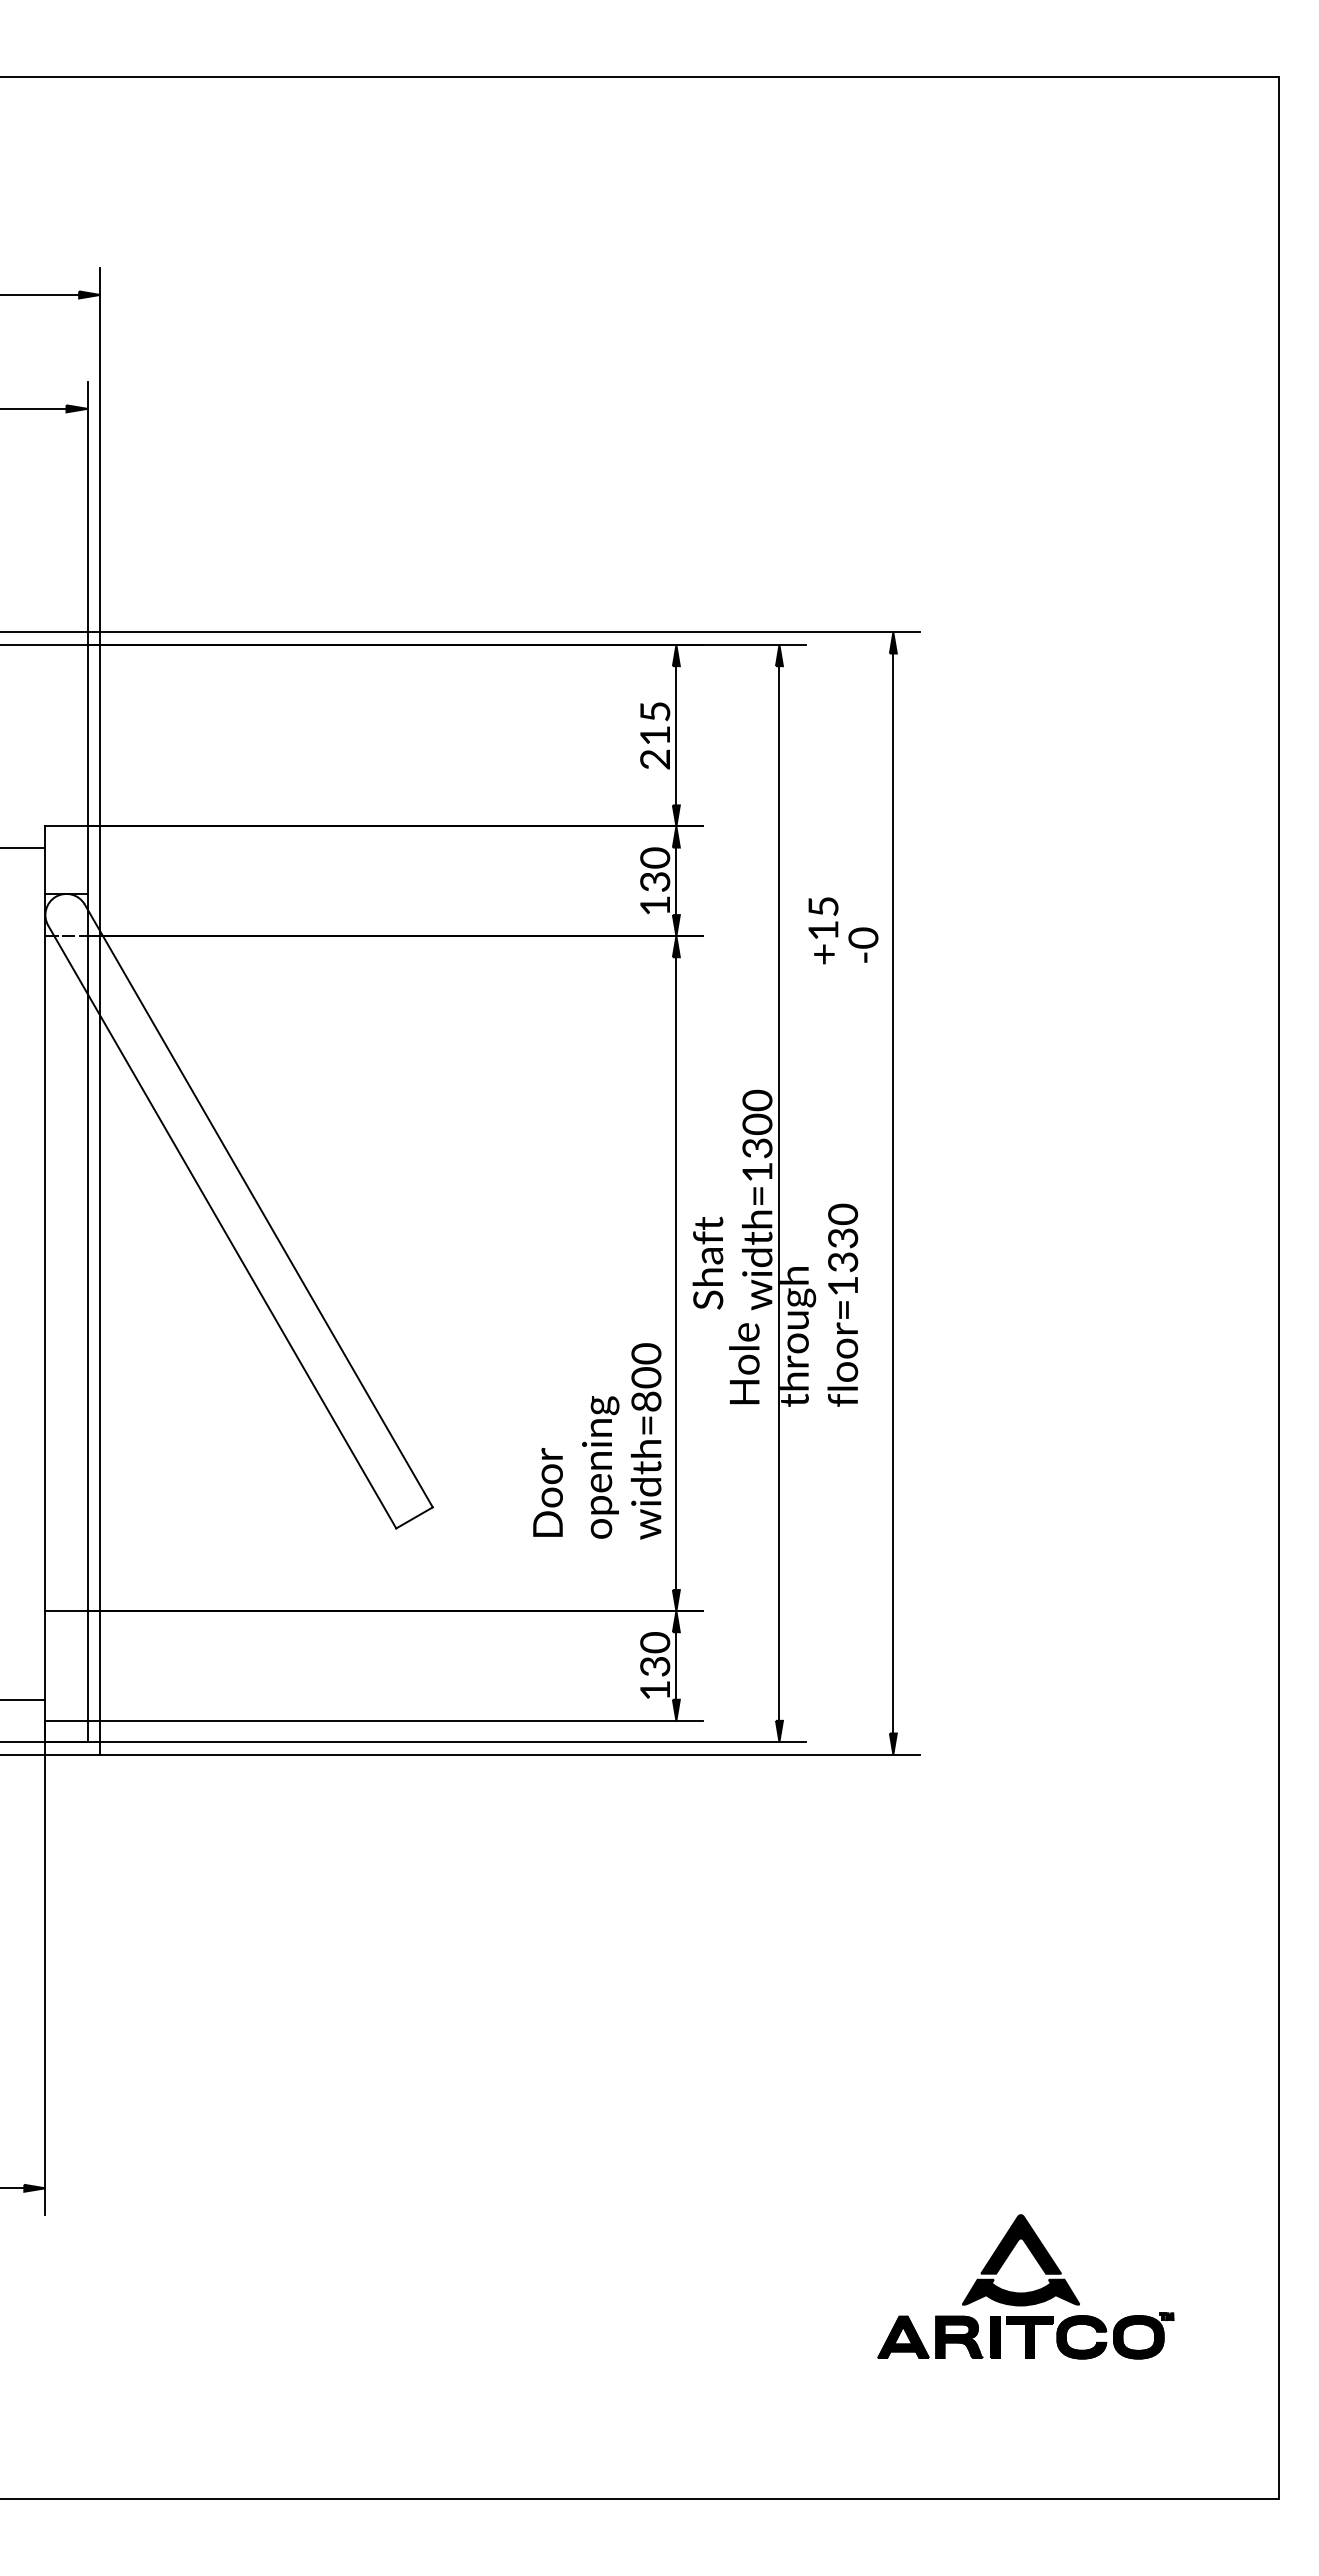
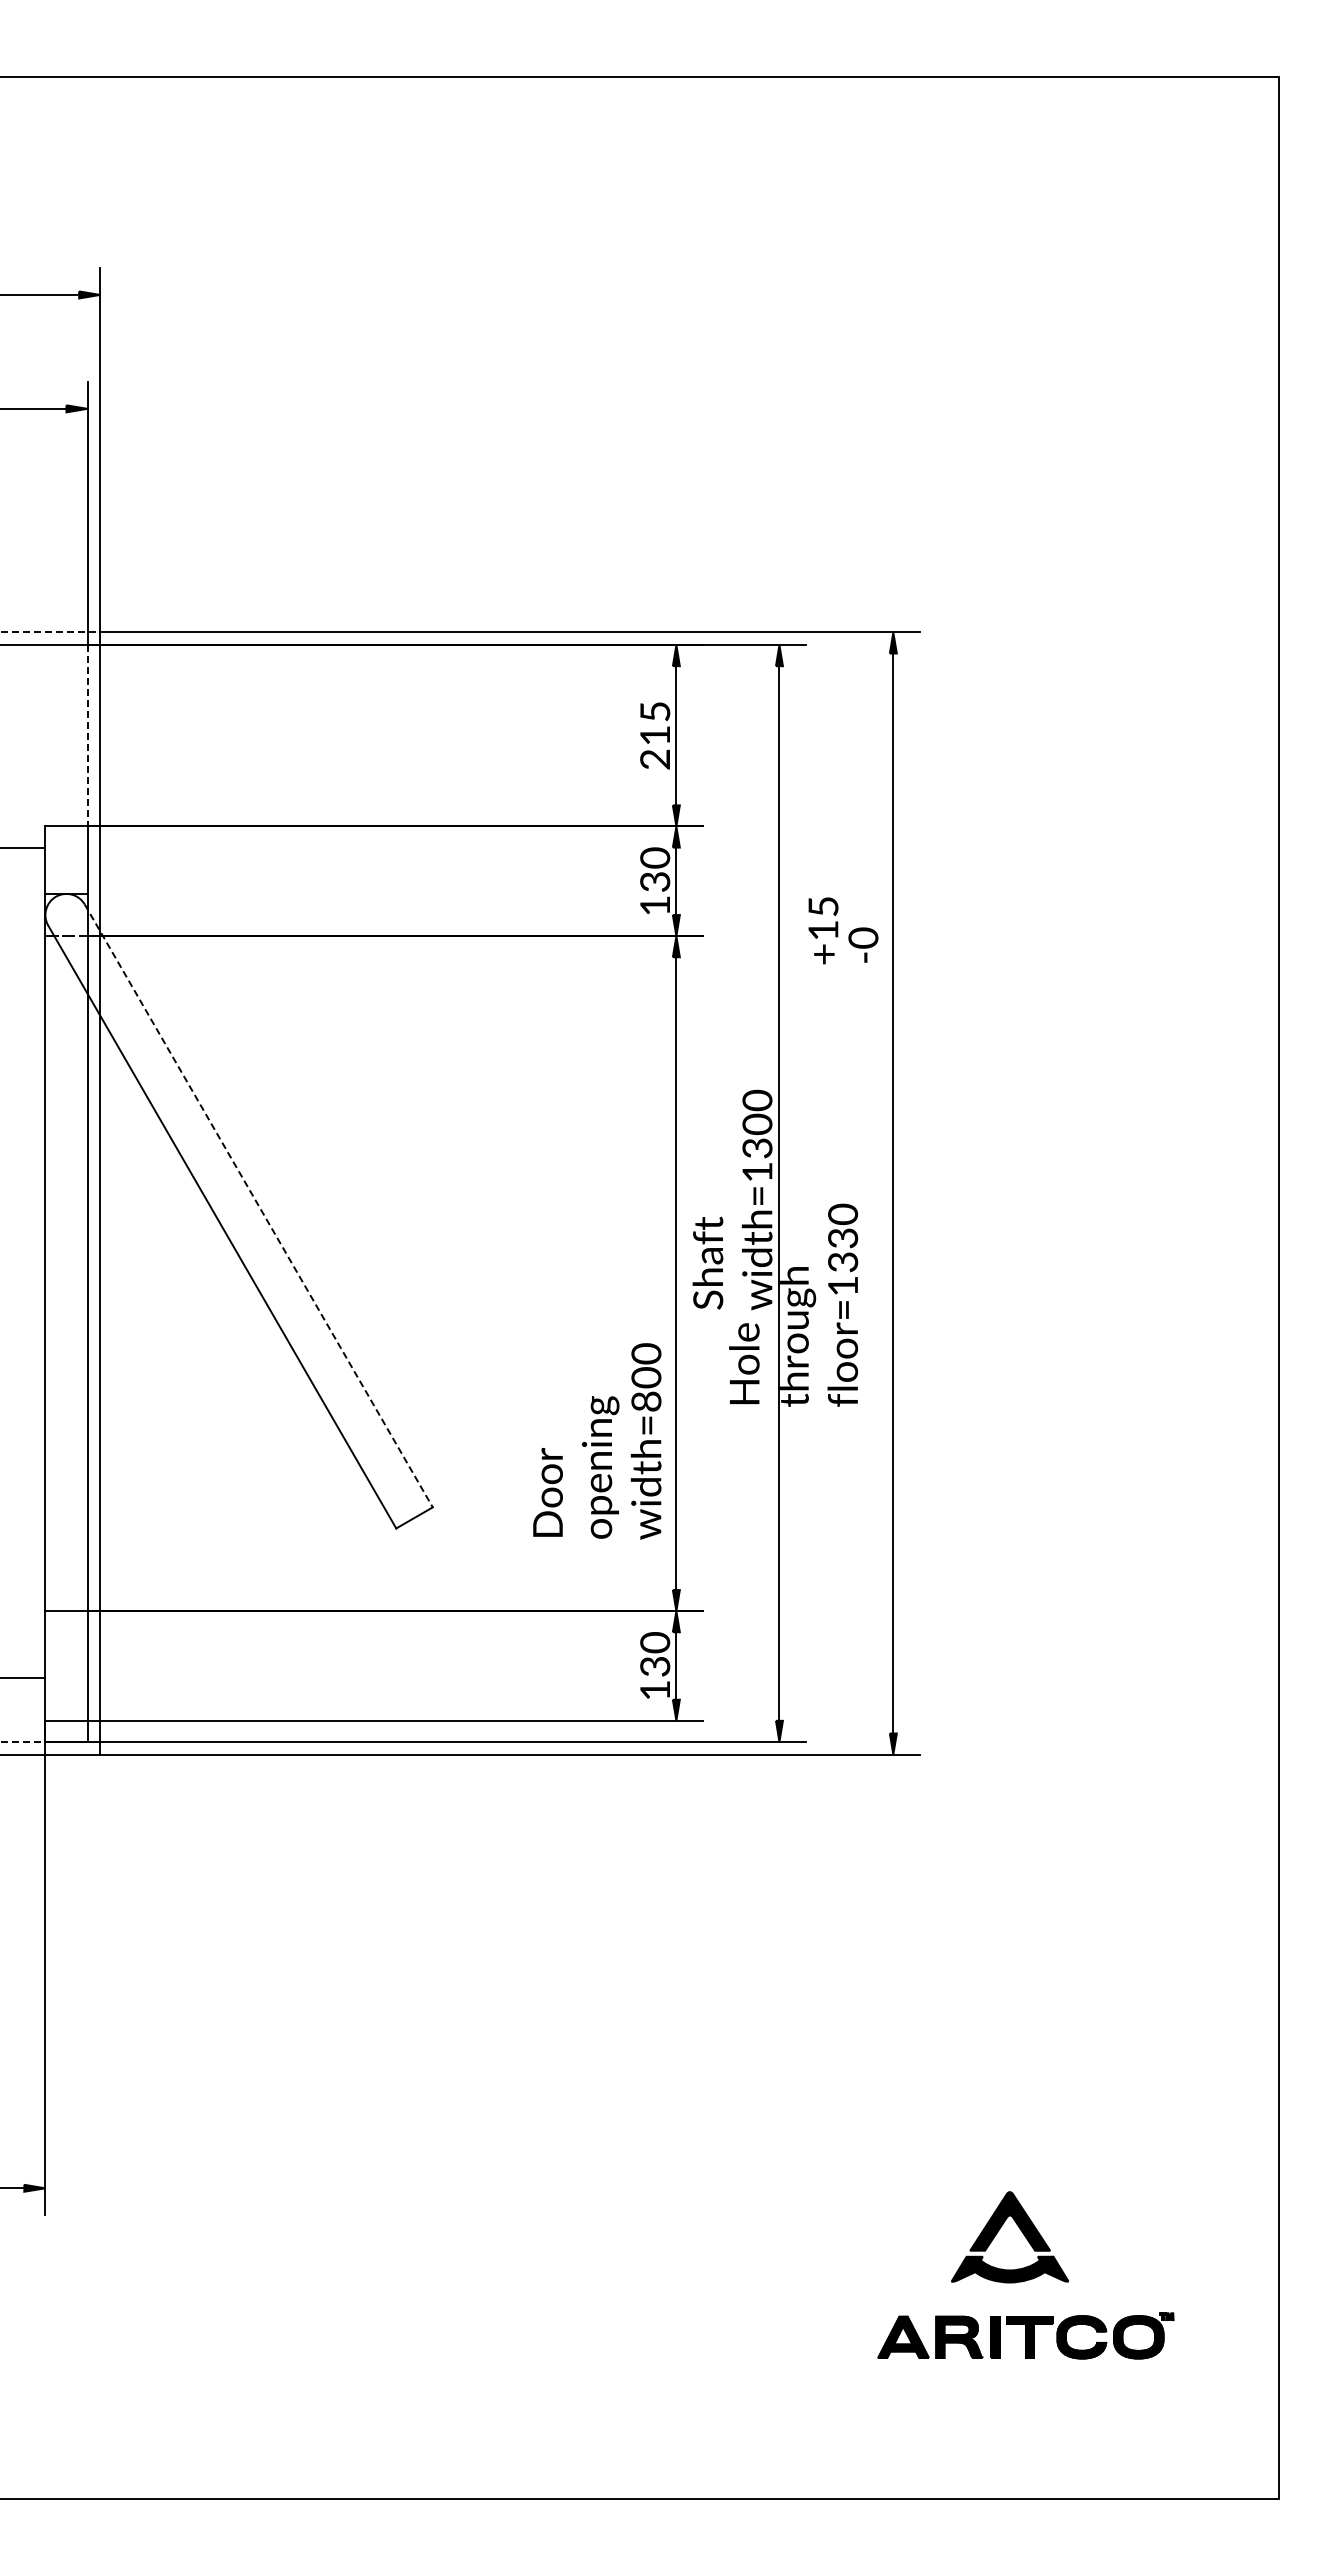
line at (50, 632): solid -> dashed
line at (87, 735): solid -> dashed
line at (259, 1206): solid -> dashed
line at (23, 1699) position: (23, 1699) -> (23, 1677)
line at (23, 1741): solid -> dashed
part at (1011, 2252) position: (1011, 2252) -> (1000, 2229)
